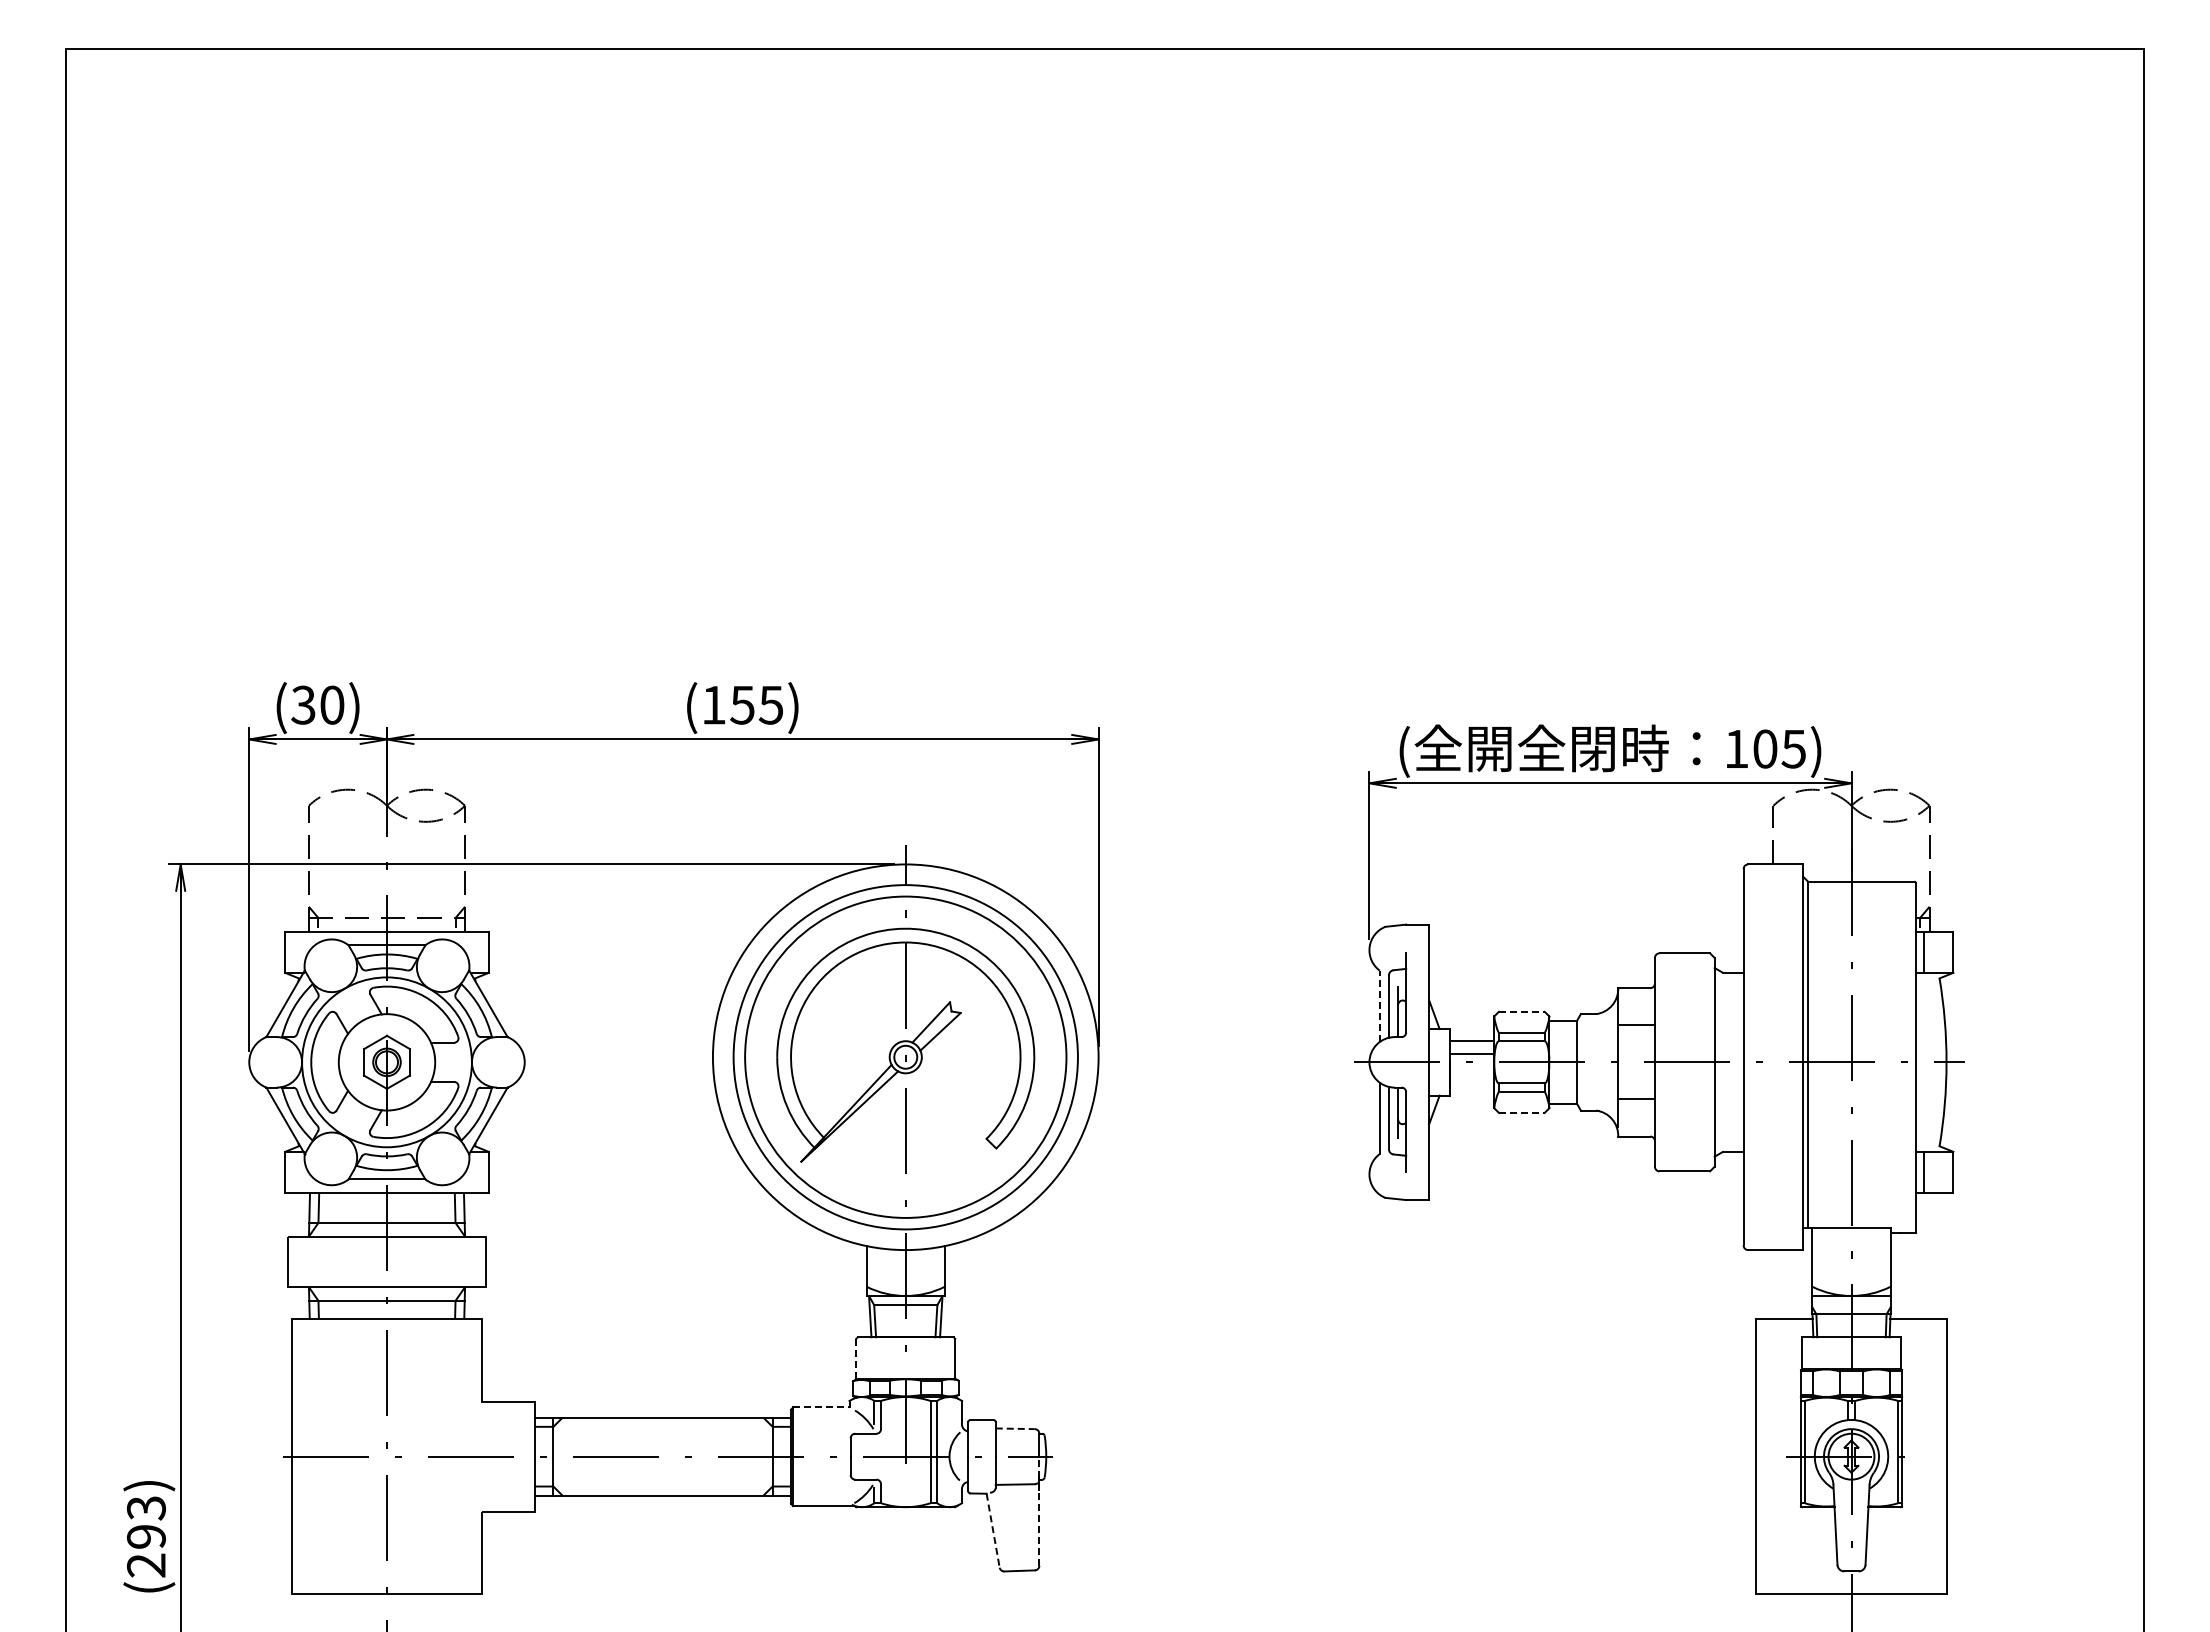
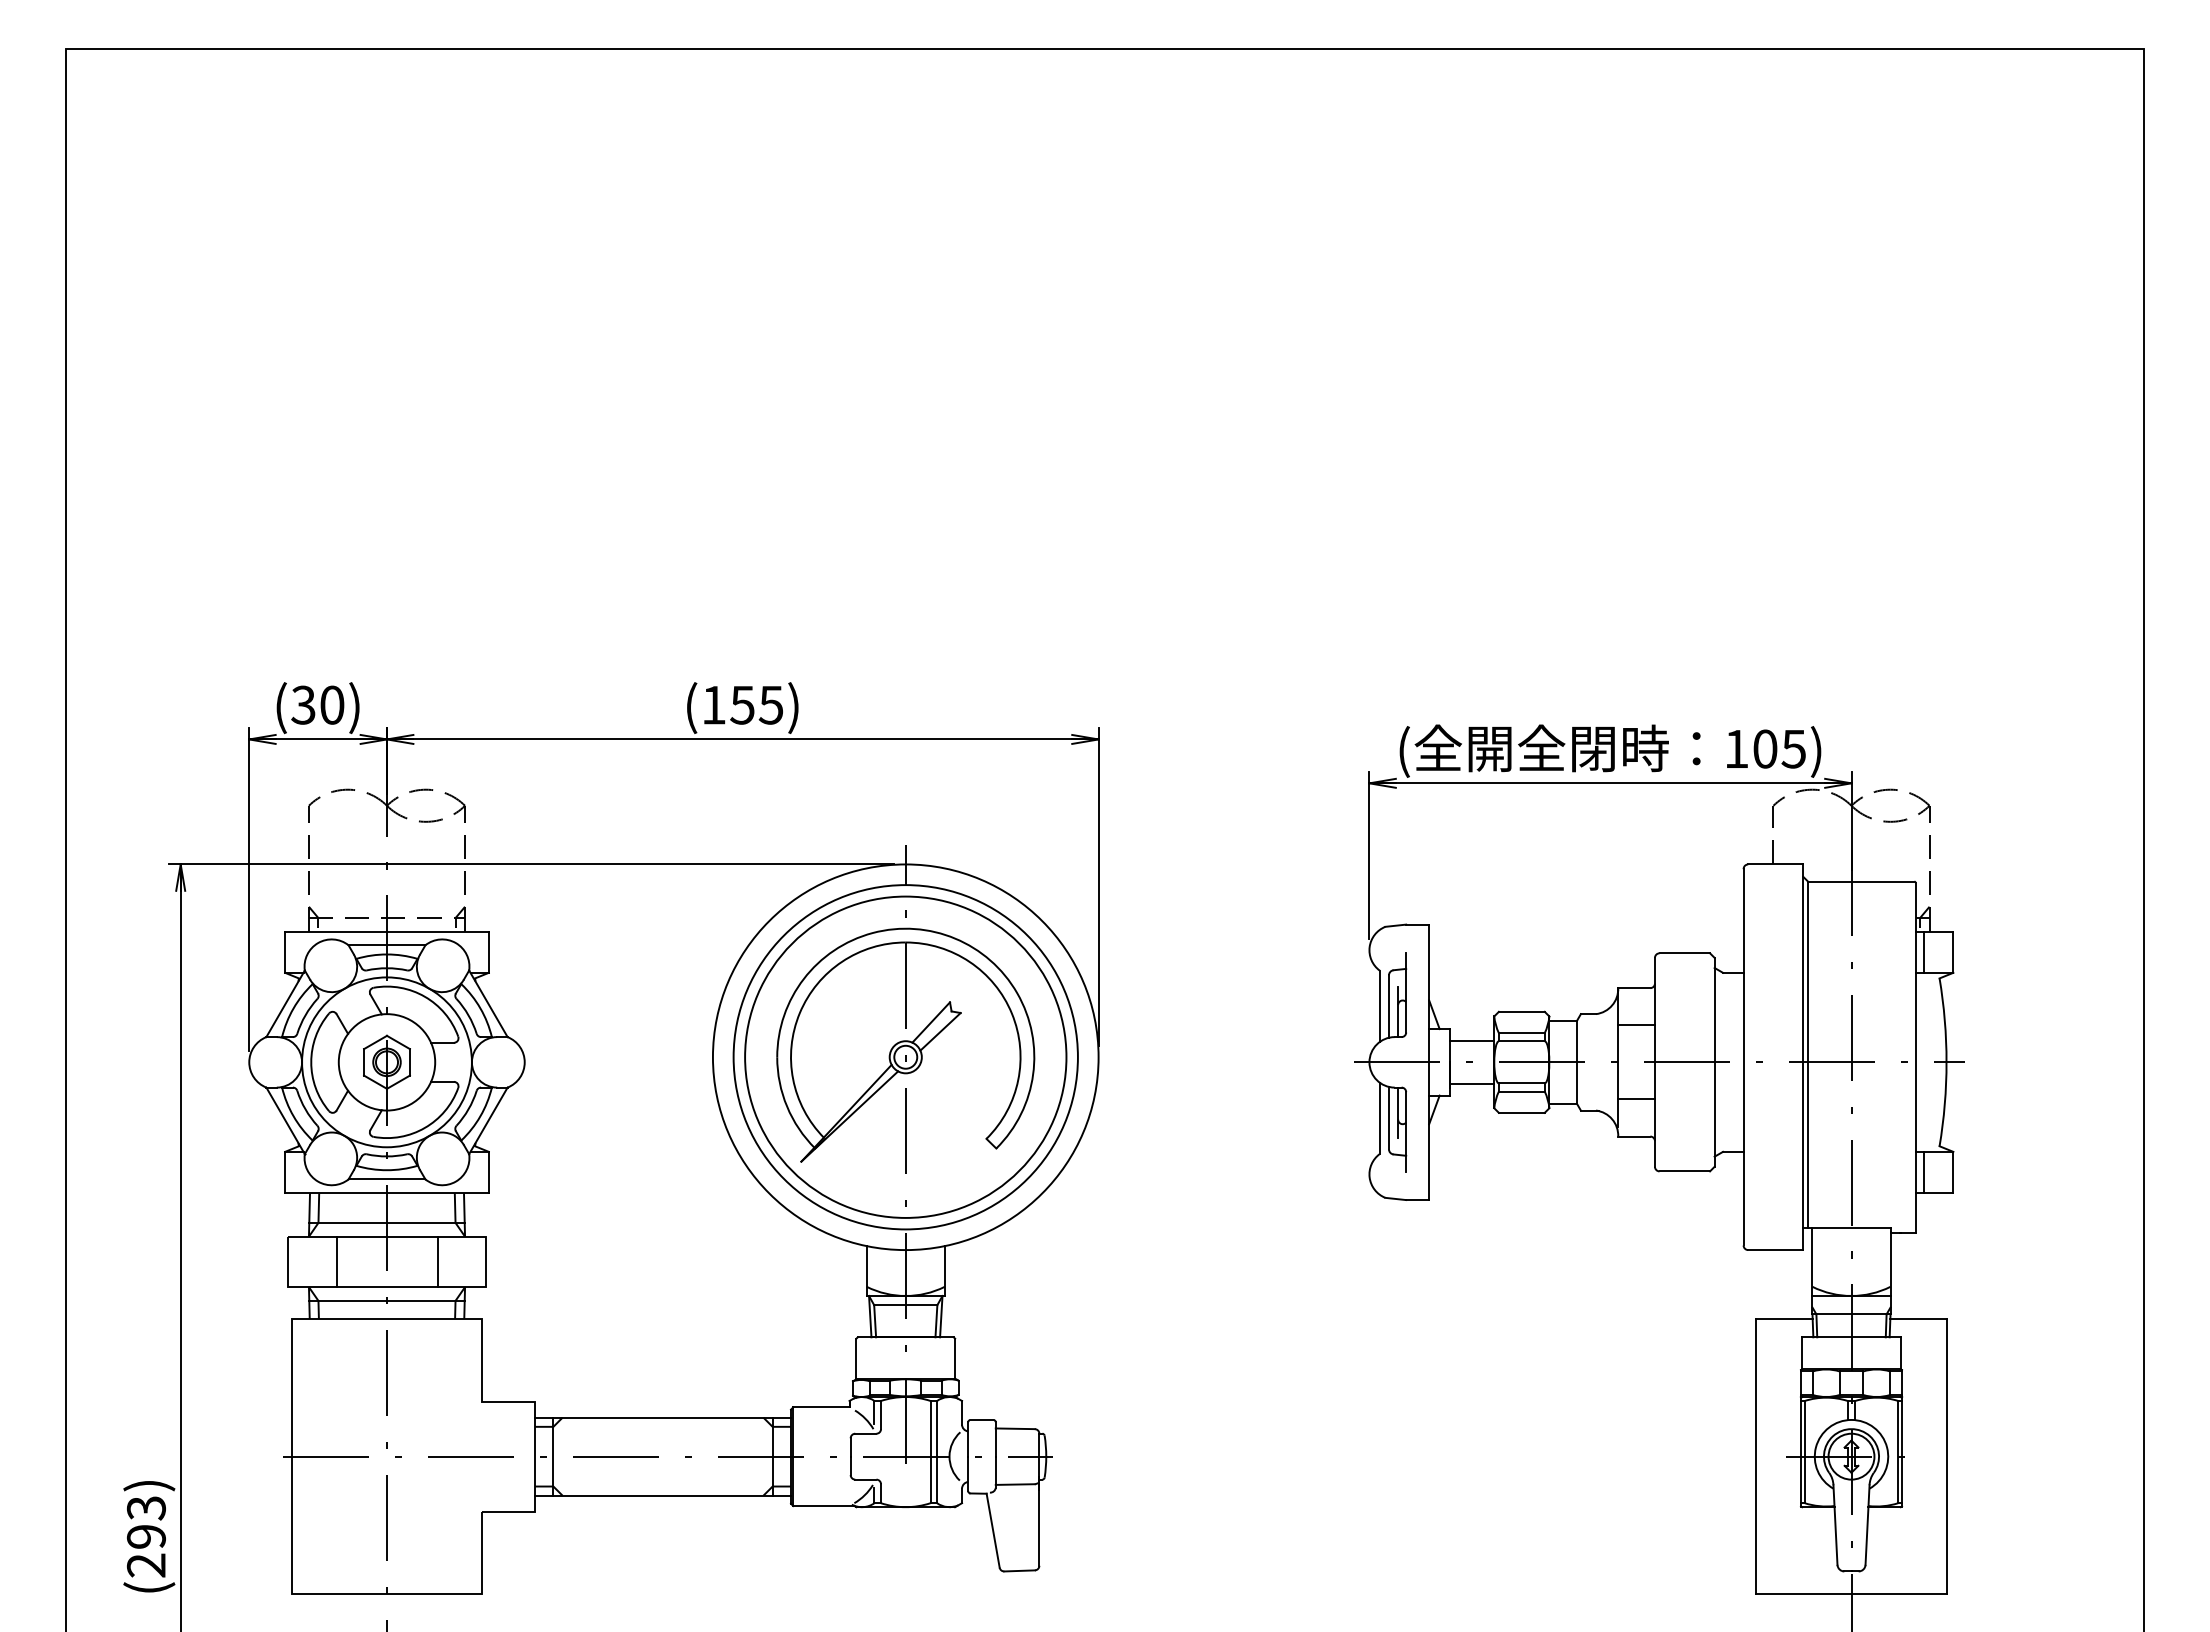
line at (1379, 1006): dashed -> solid
line at (1521, 1011): dashed -> solid
line at (1471, 1054) position: (1471, 1054) -> (1471, 1084)
line at (1521, 1112): dashed -> solid
line at (336, 1261): none -> present
line at (437, 1261): none -> present
line at (856, 1358): dashed -> solid
line at (821, 1407): dashed -> solid
line at (1015, 1428): dashed -> solid
line at (1039, 1511): dashed -> solid
line at (993, 1530): dashed -> solid
